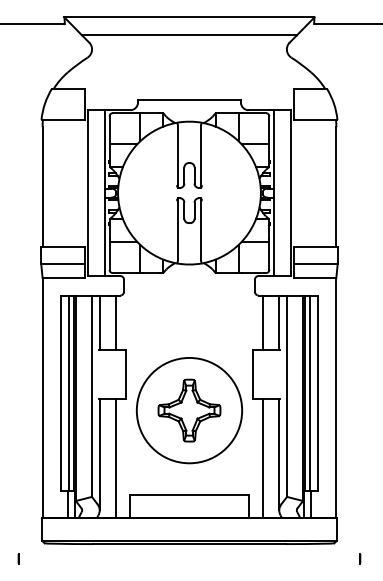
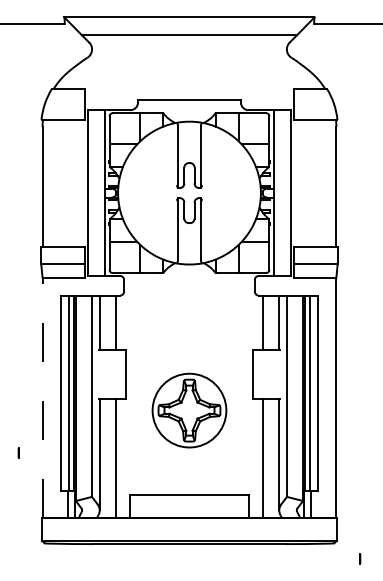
line at (42, 397): solid -> dashed
circle at (189, 410) diameter: 105 px -> 74 px
line at (18, 558) position: (18, 558) -> (18, 452)
